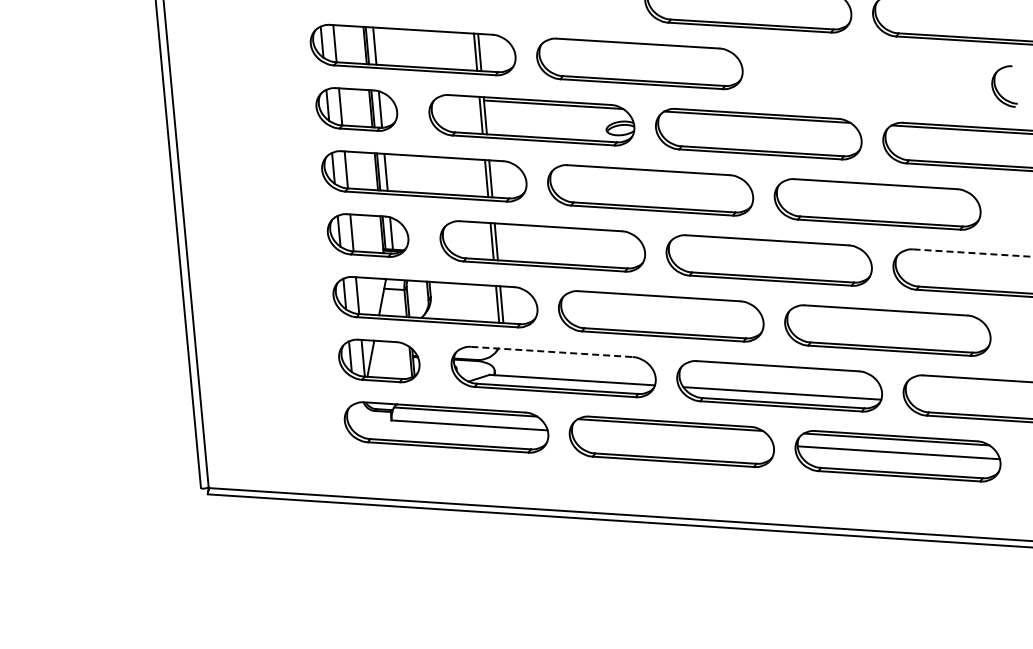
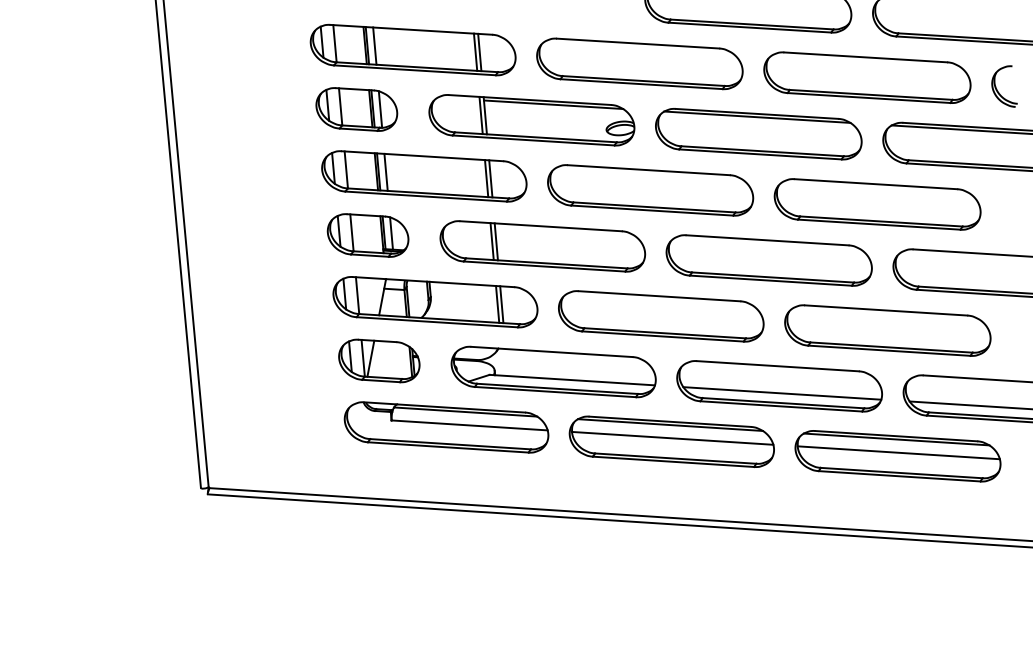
part at (867, 77): none -> present
line at (973, 253): dashed -> solid
line at (551, 351): dashed -> solid
line at (969, 405): none -> present
line at (672, 437): none -> present
